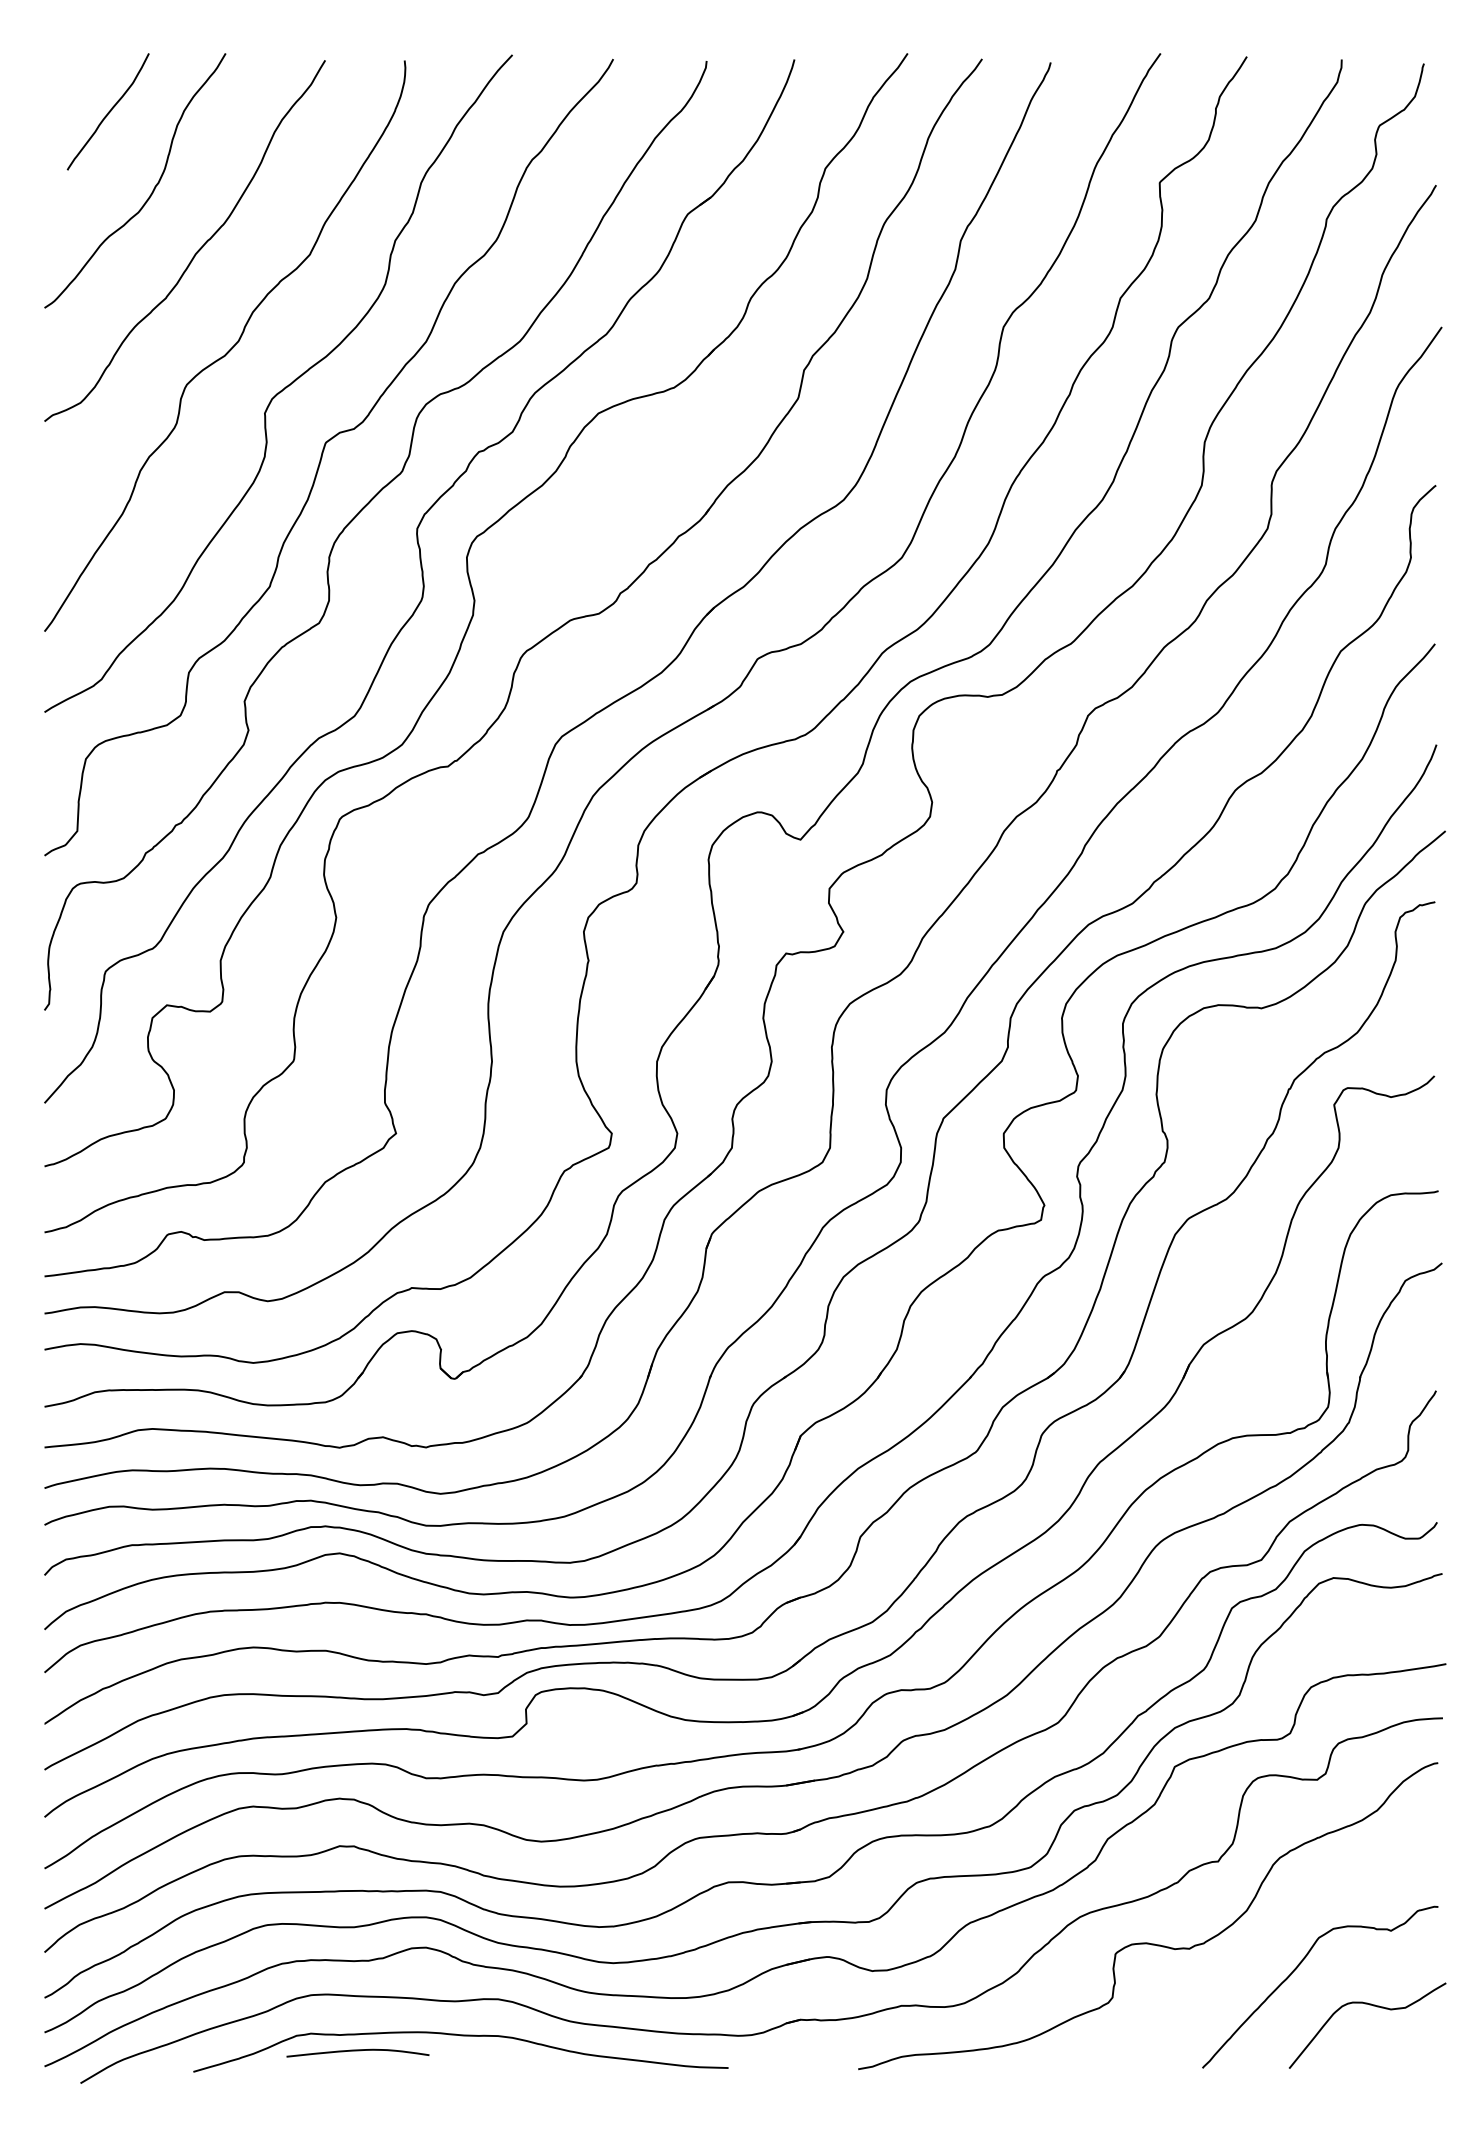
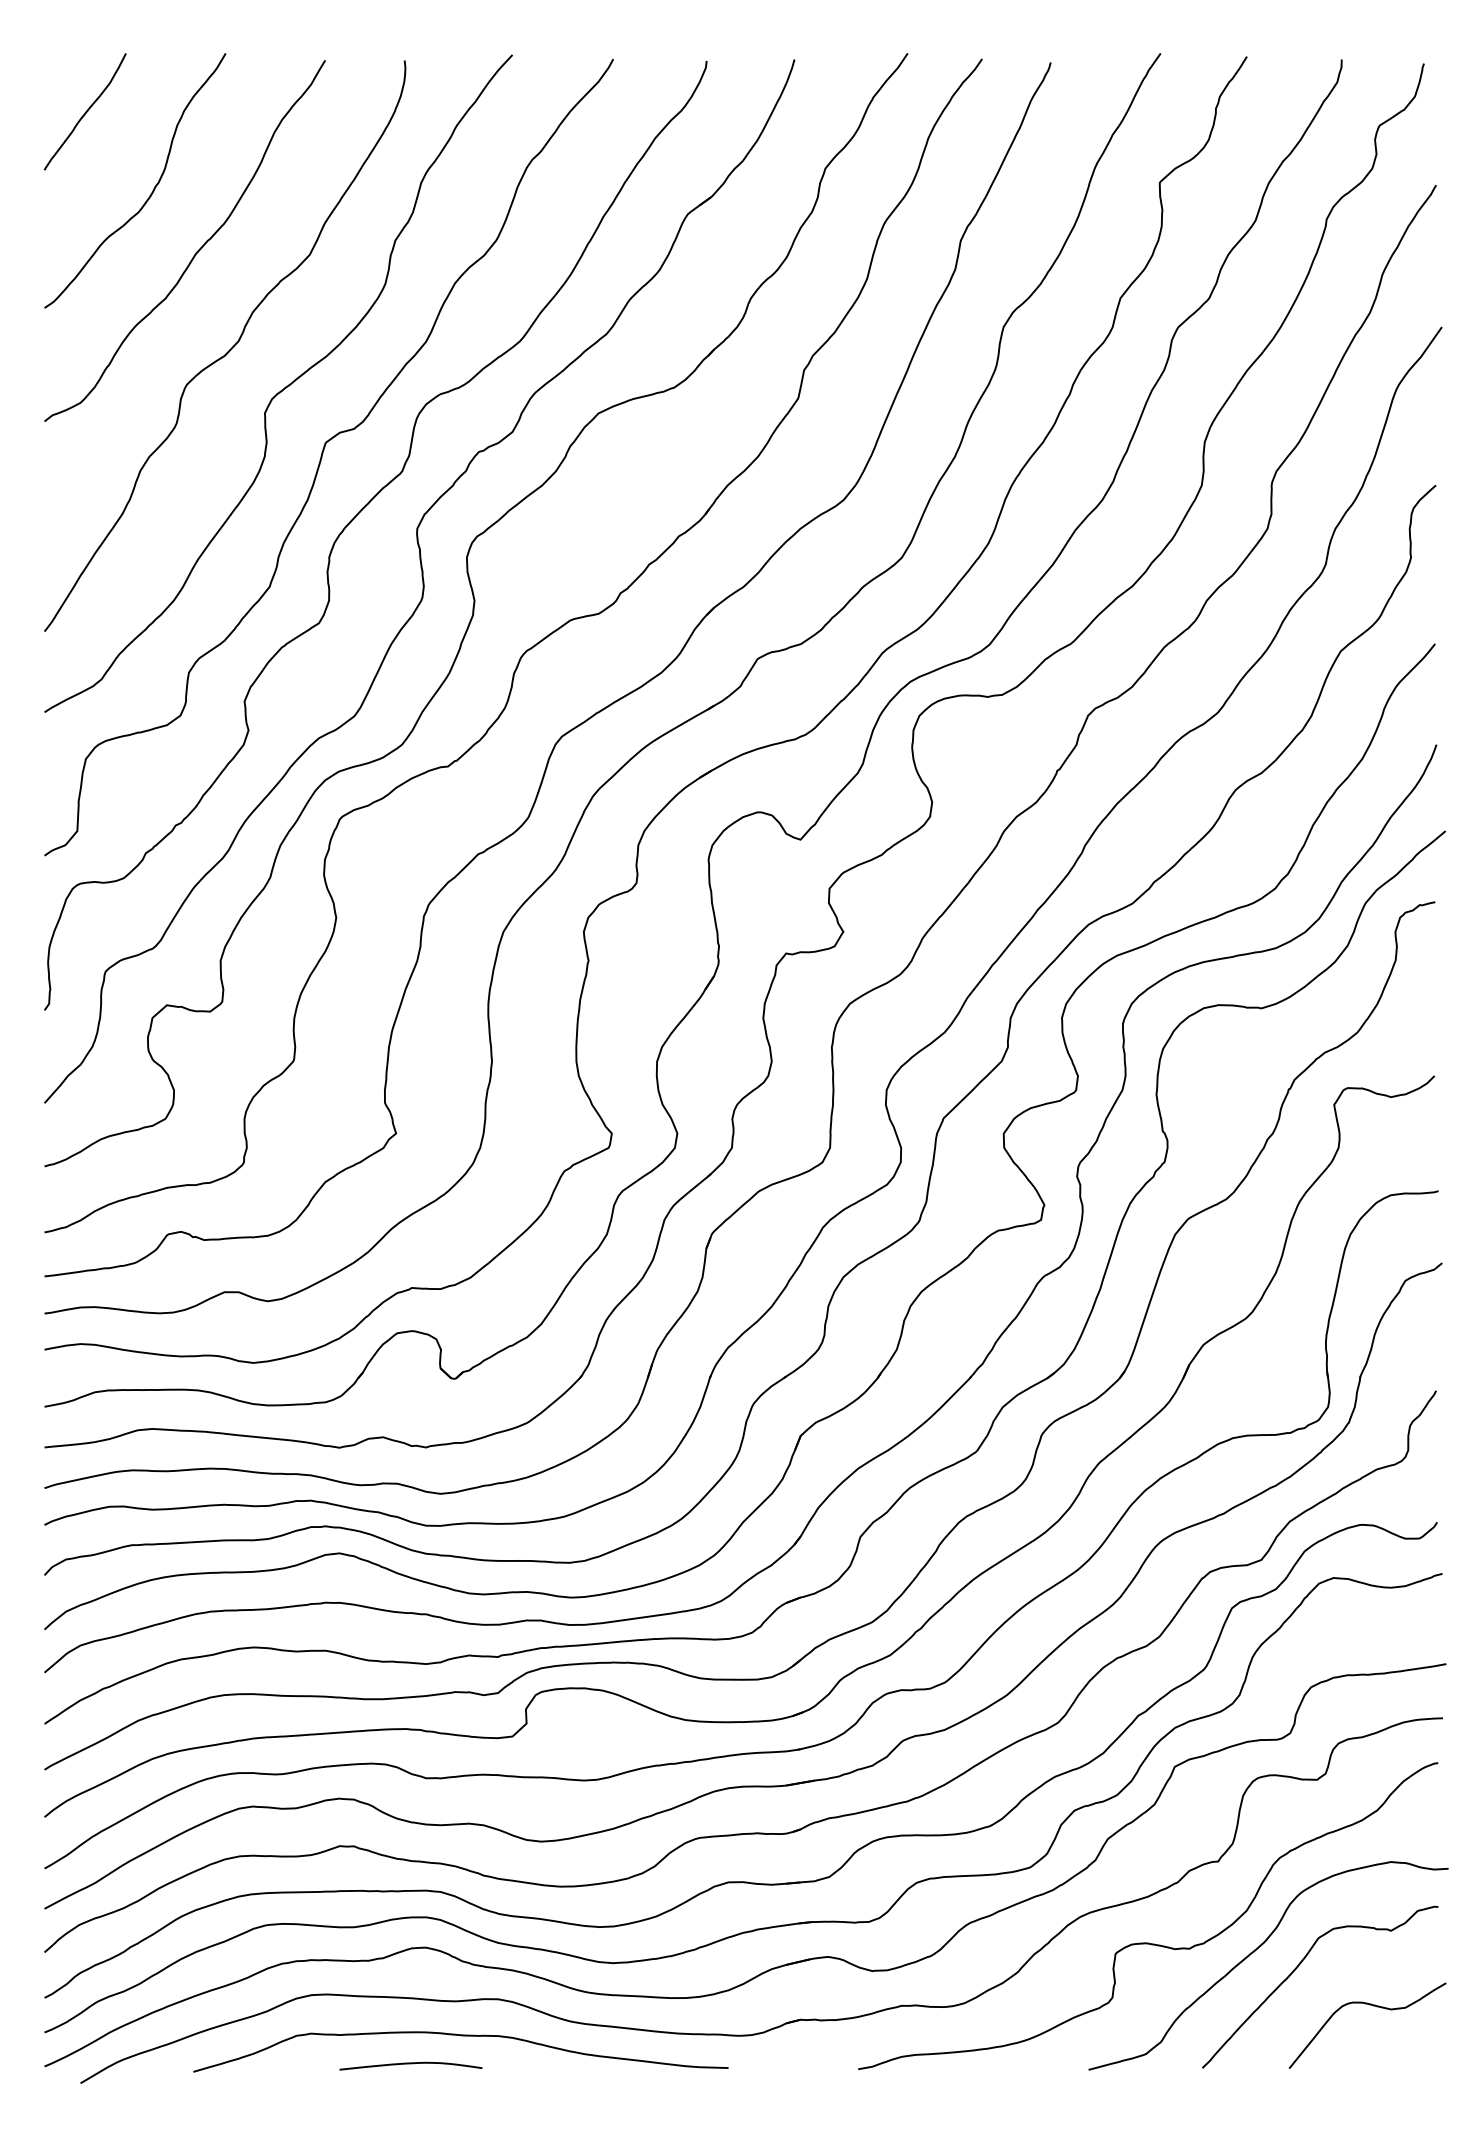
curve at (108, 111) position: (108, 111) -> (85, 111)
curve at (1255, 1951): none -> present
curve at (357, 2051) position: (357, 2051) -> (410, 2064)
